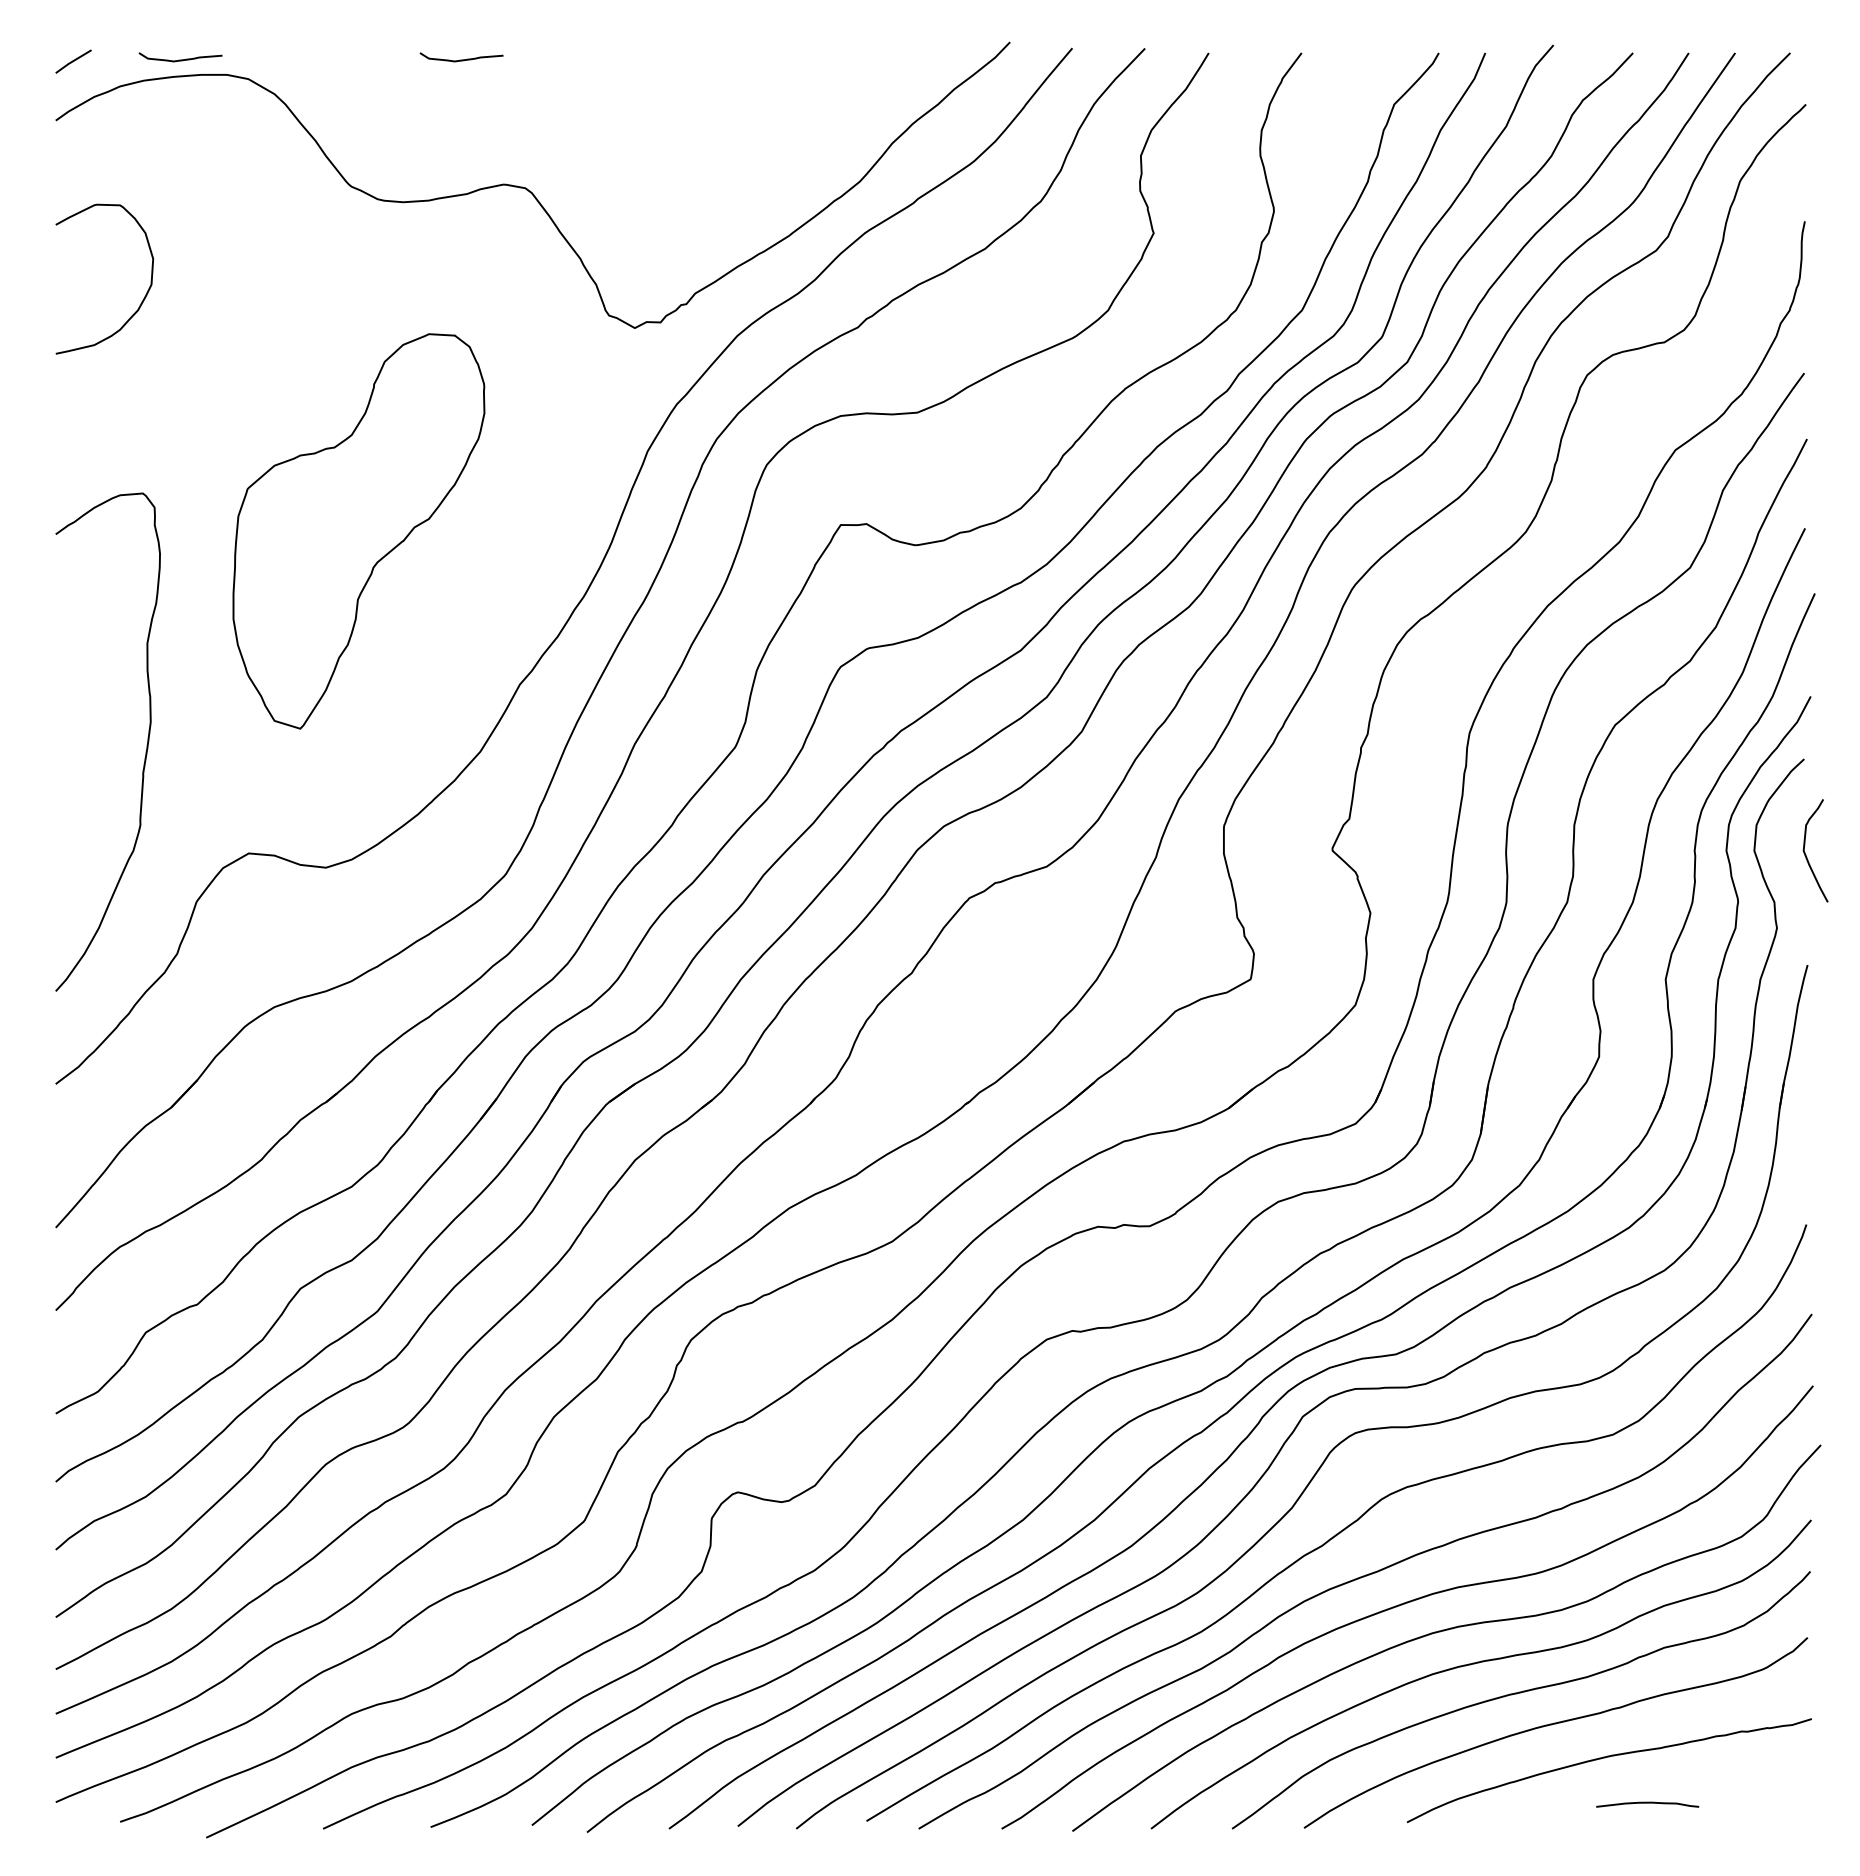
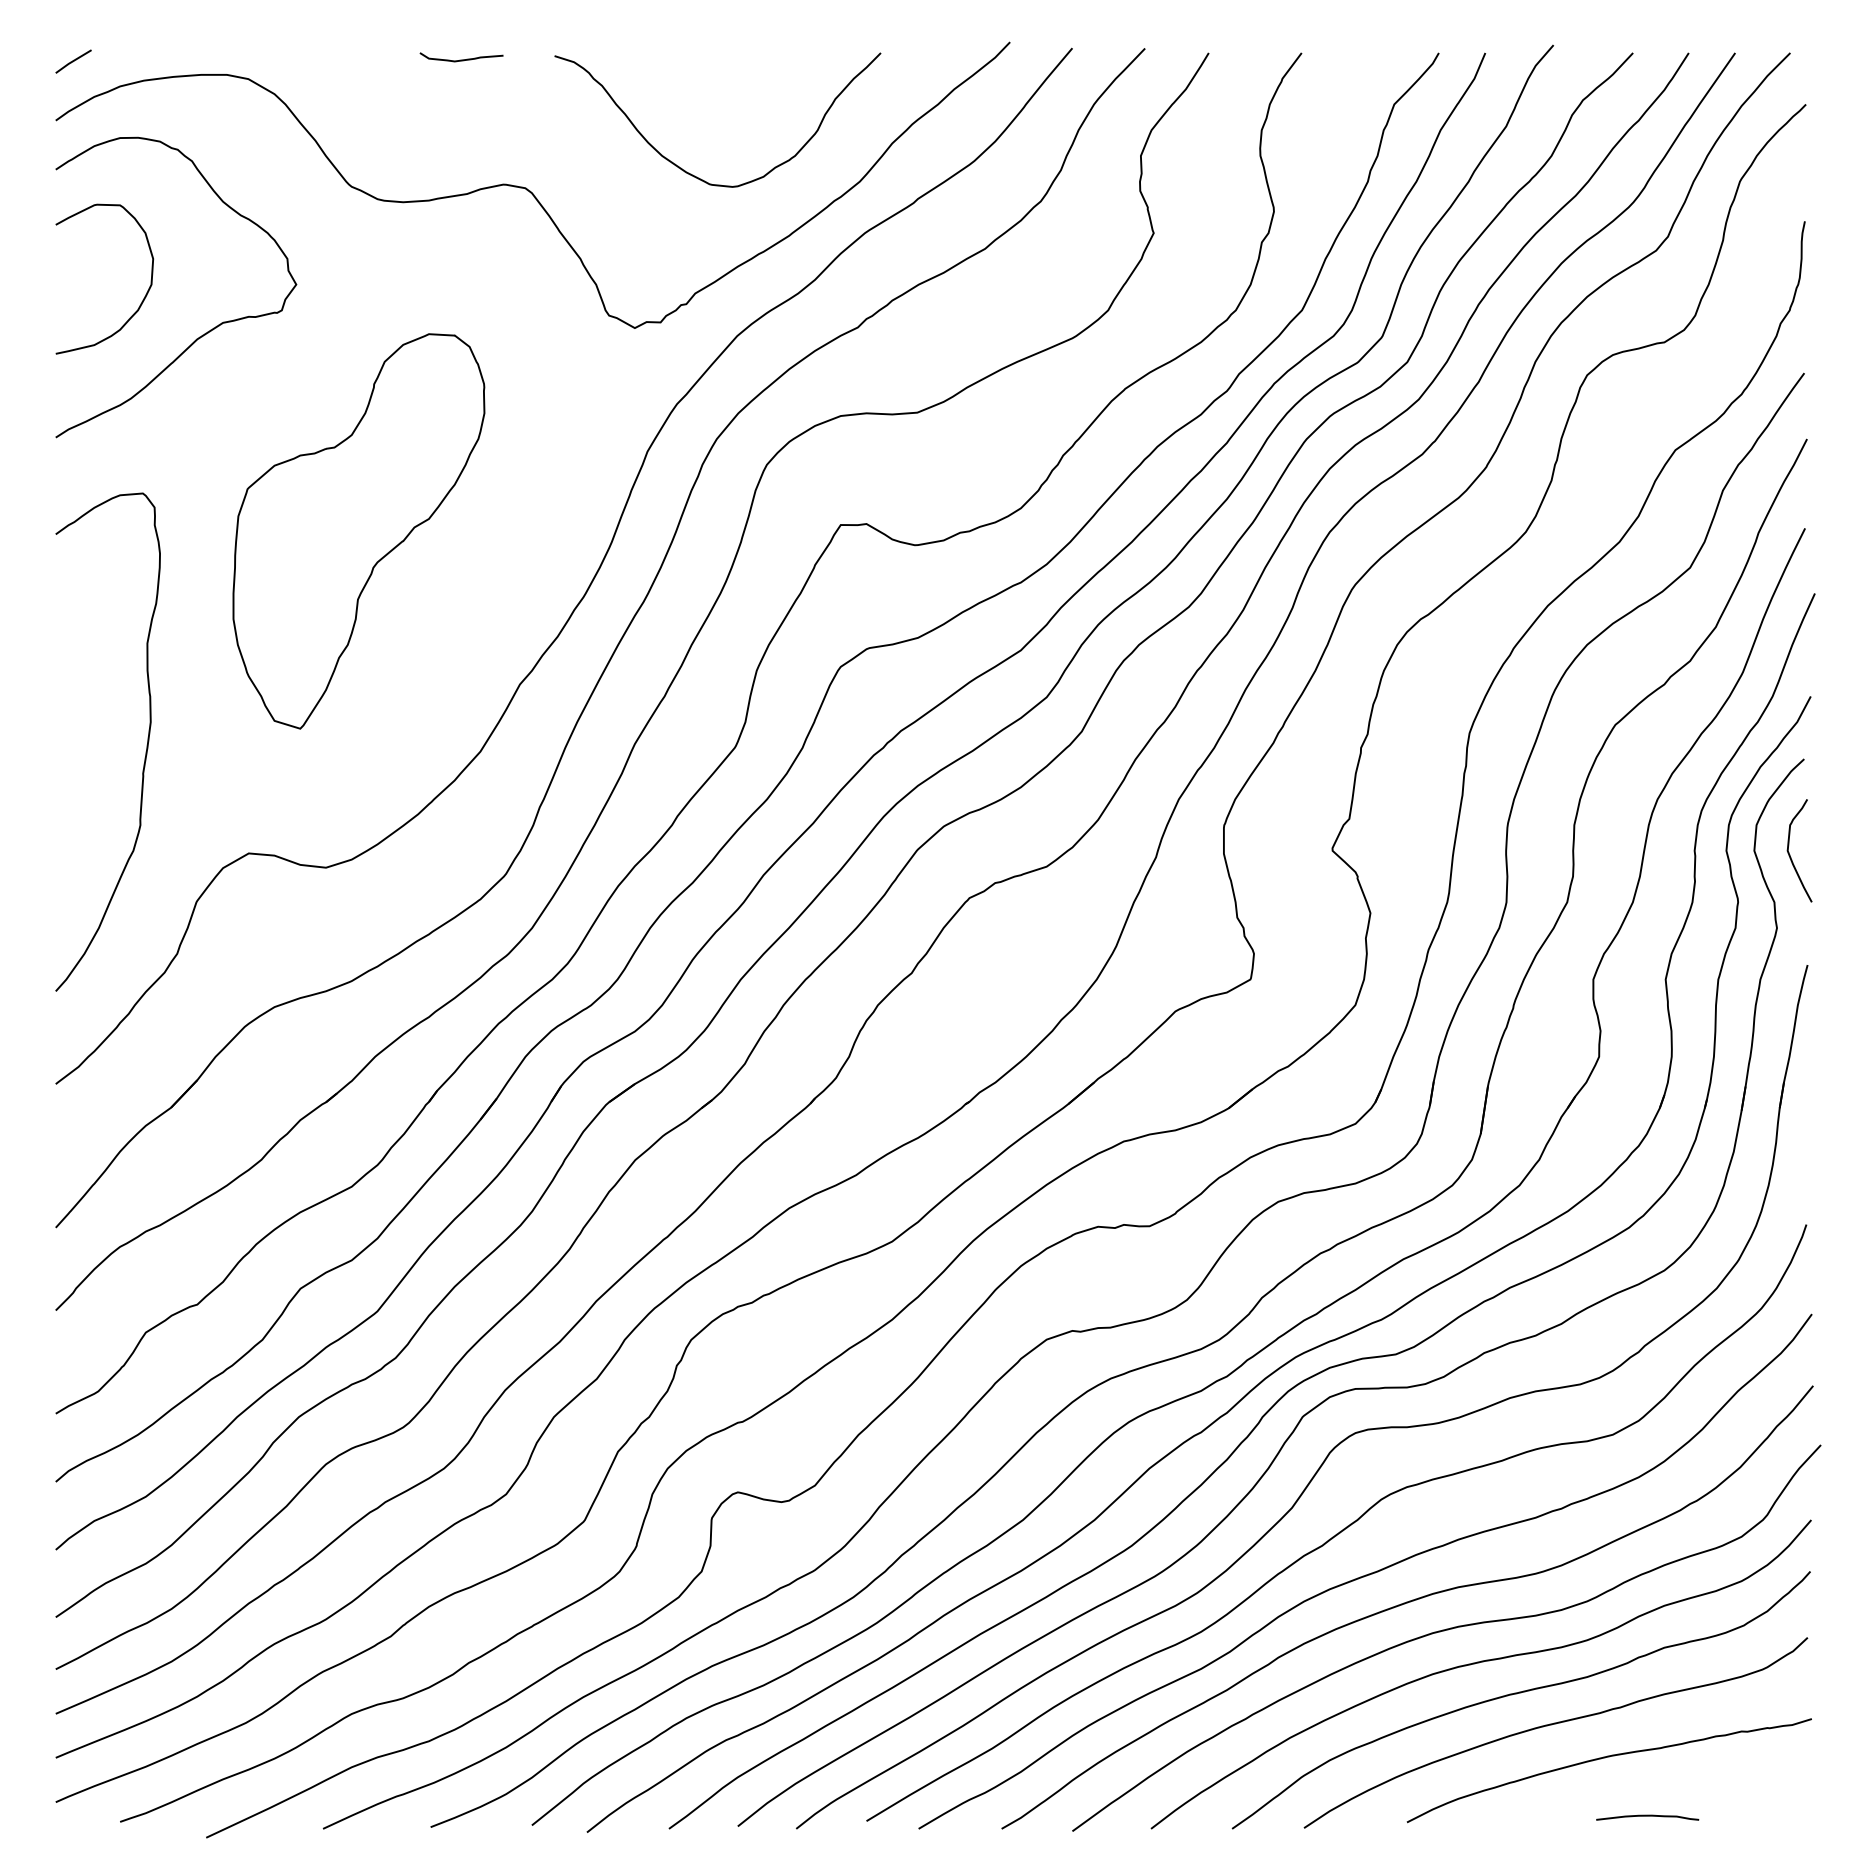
curve at (180, 59): present -> none
curve at (689, 172): none -> present
curve at (202, 334): none -> present
curve at (1806, 854) position: (1806, 854) -> (1790, 854)
curve at (1647, 1803) position: (1647, 1803) -> (1647, 1816)
